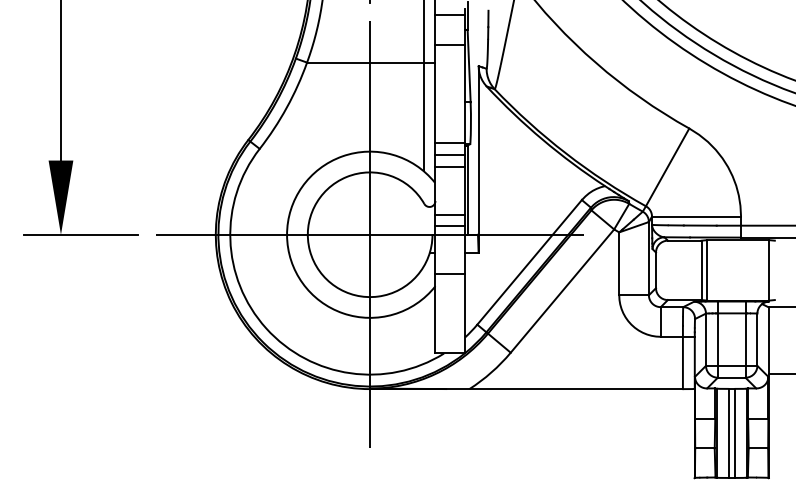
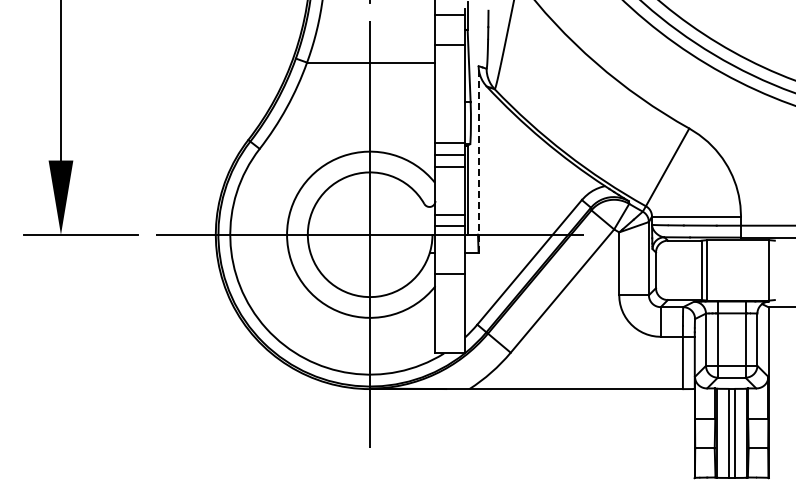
line at (423, 86): present -> none
line at (478, 158): solid -> dashed
line at (780, 374): present -> none
